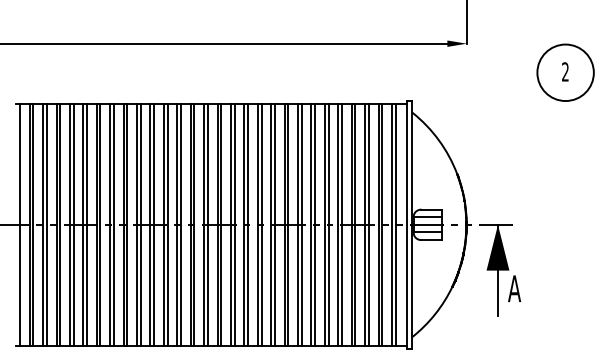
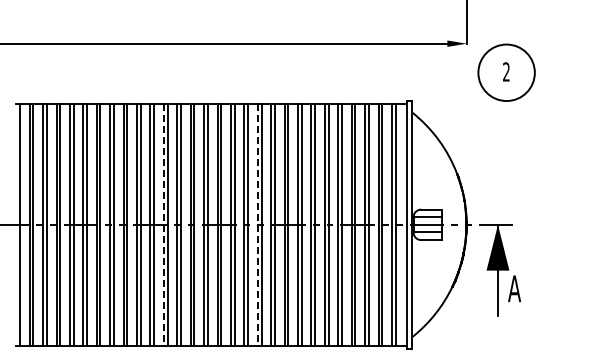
part at (565, 72) position: (565, 72) -> (506, 72)
line at (163, 224): solid -> dashed
line at (257, 224): solid -> dashed
